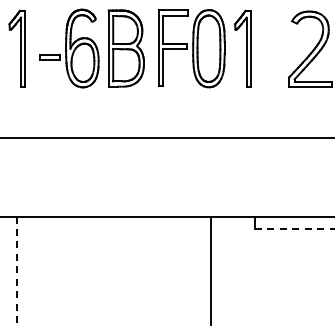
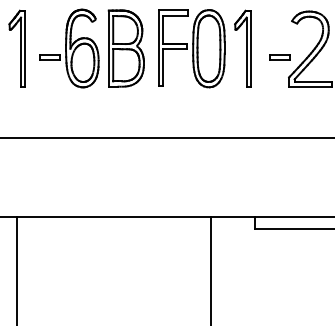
part at (279, 57): none -> present
line at (294, 229): dashed -> solid
line at (17, 271): dashed -> solid
